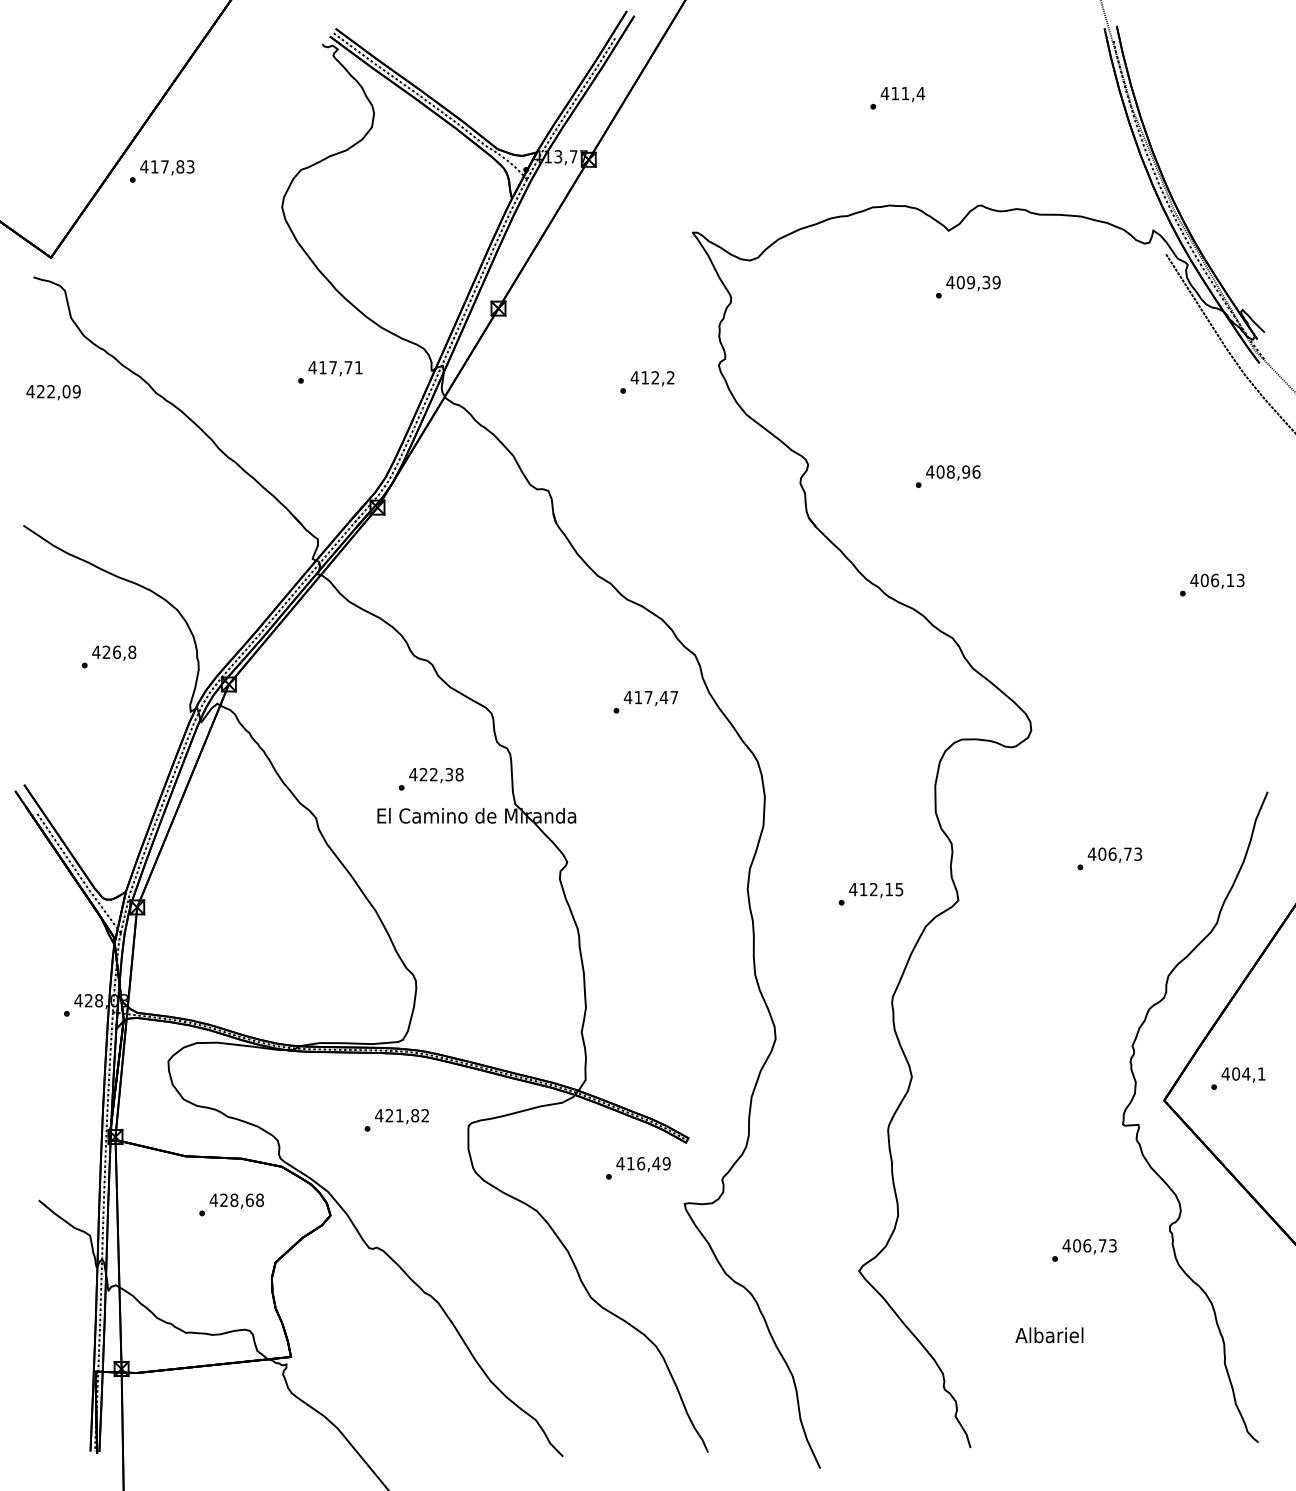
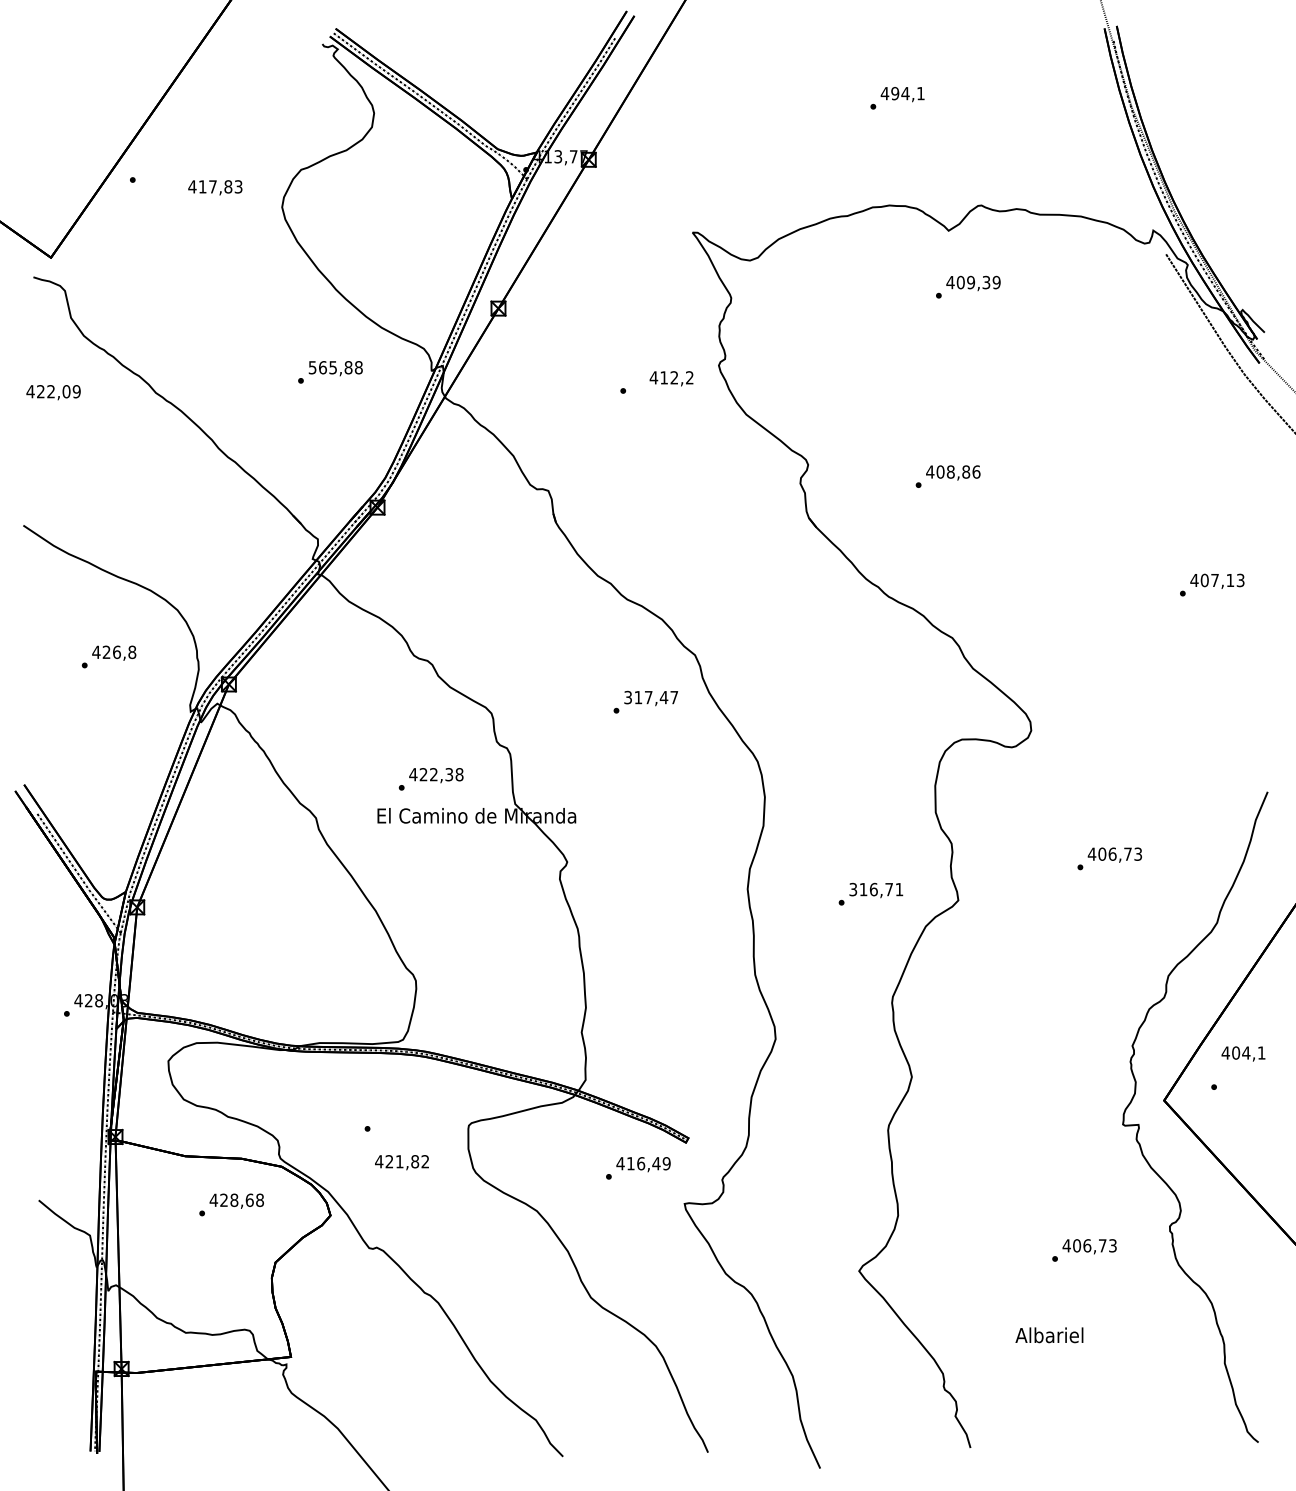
text at (908, 93): 411,4 -> 494,1
text at (167, 167) position: (167, 167) -> (215, 187)
text at (335, 367): 417,71 -> 565,88
text at (652, 378) position: (652, 378) -> (671, 378)
text at (966, 471): 408,96 -> 408,86
text at (1215, 580): 406,13 -> 407,13
text at (627, 697): 417,47 -> 317,47
text at (876, 889): 412,15 -> 316,71
text at (1243, 1074) position: (1243, 1074) -> (1243, 1053)
text at (401, 1116) position: (401, 1116) -> (401, 1162)
